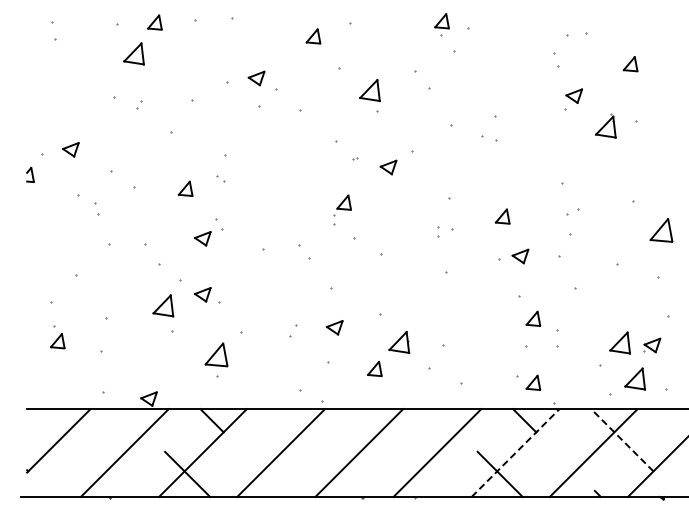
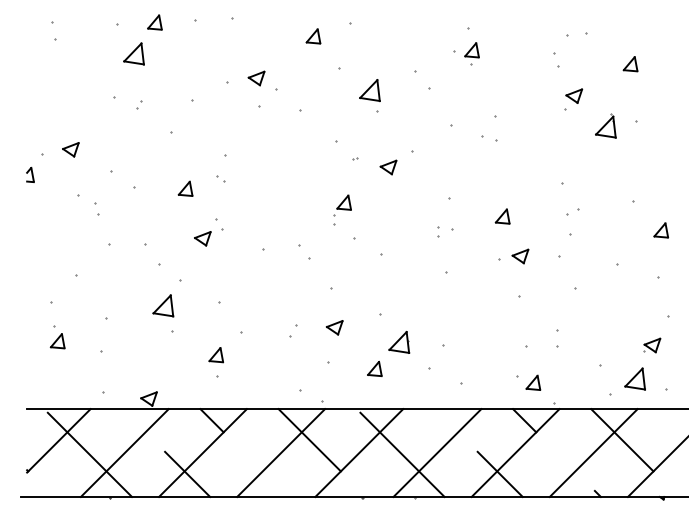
part at (441, 24) position: (441, 24) -> (471, 53)
part at (661, 230) size: 25x25 px -> 16x17 px
part at (202, 294): present -> none
part at (533, 318): present -> none
part at (619, 342): present -> none
part at (216, 354) size: 25x26 px -> 16x17 px
line at (622, 439): dashed -> solid
line at (309, 440): none -> present
line at (515, 452): dashed -> solid
line at (89, 454): none -> present
line at (402, 454): none -> present
